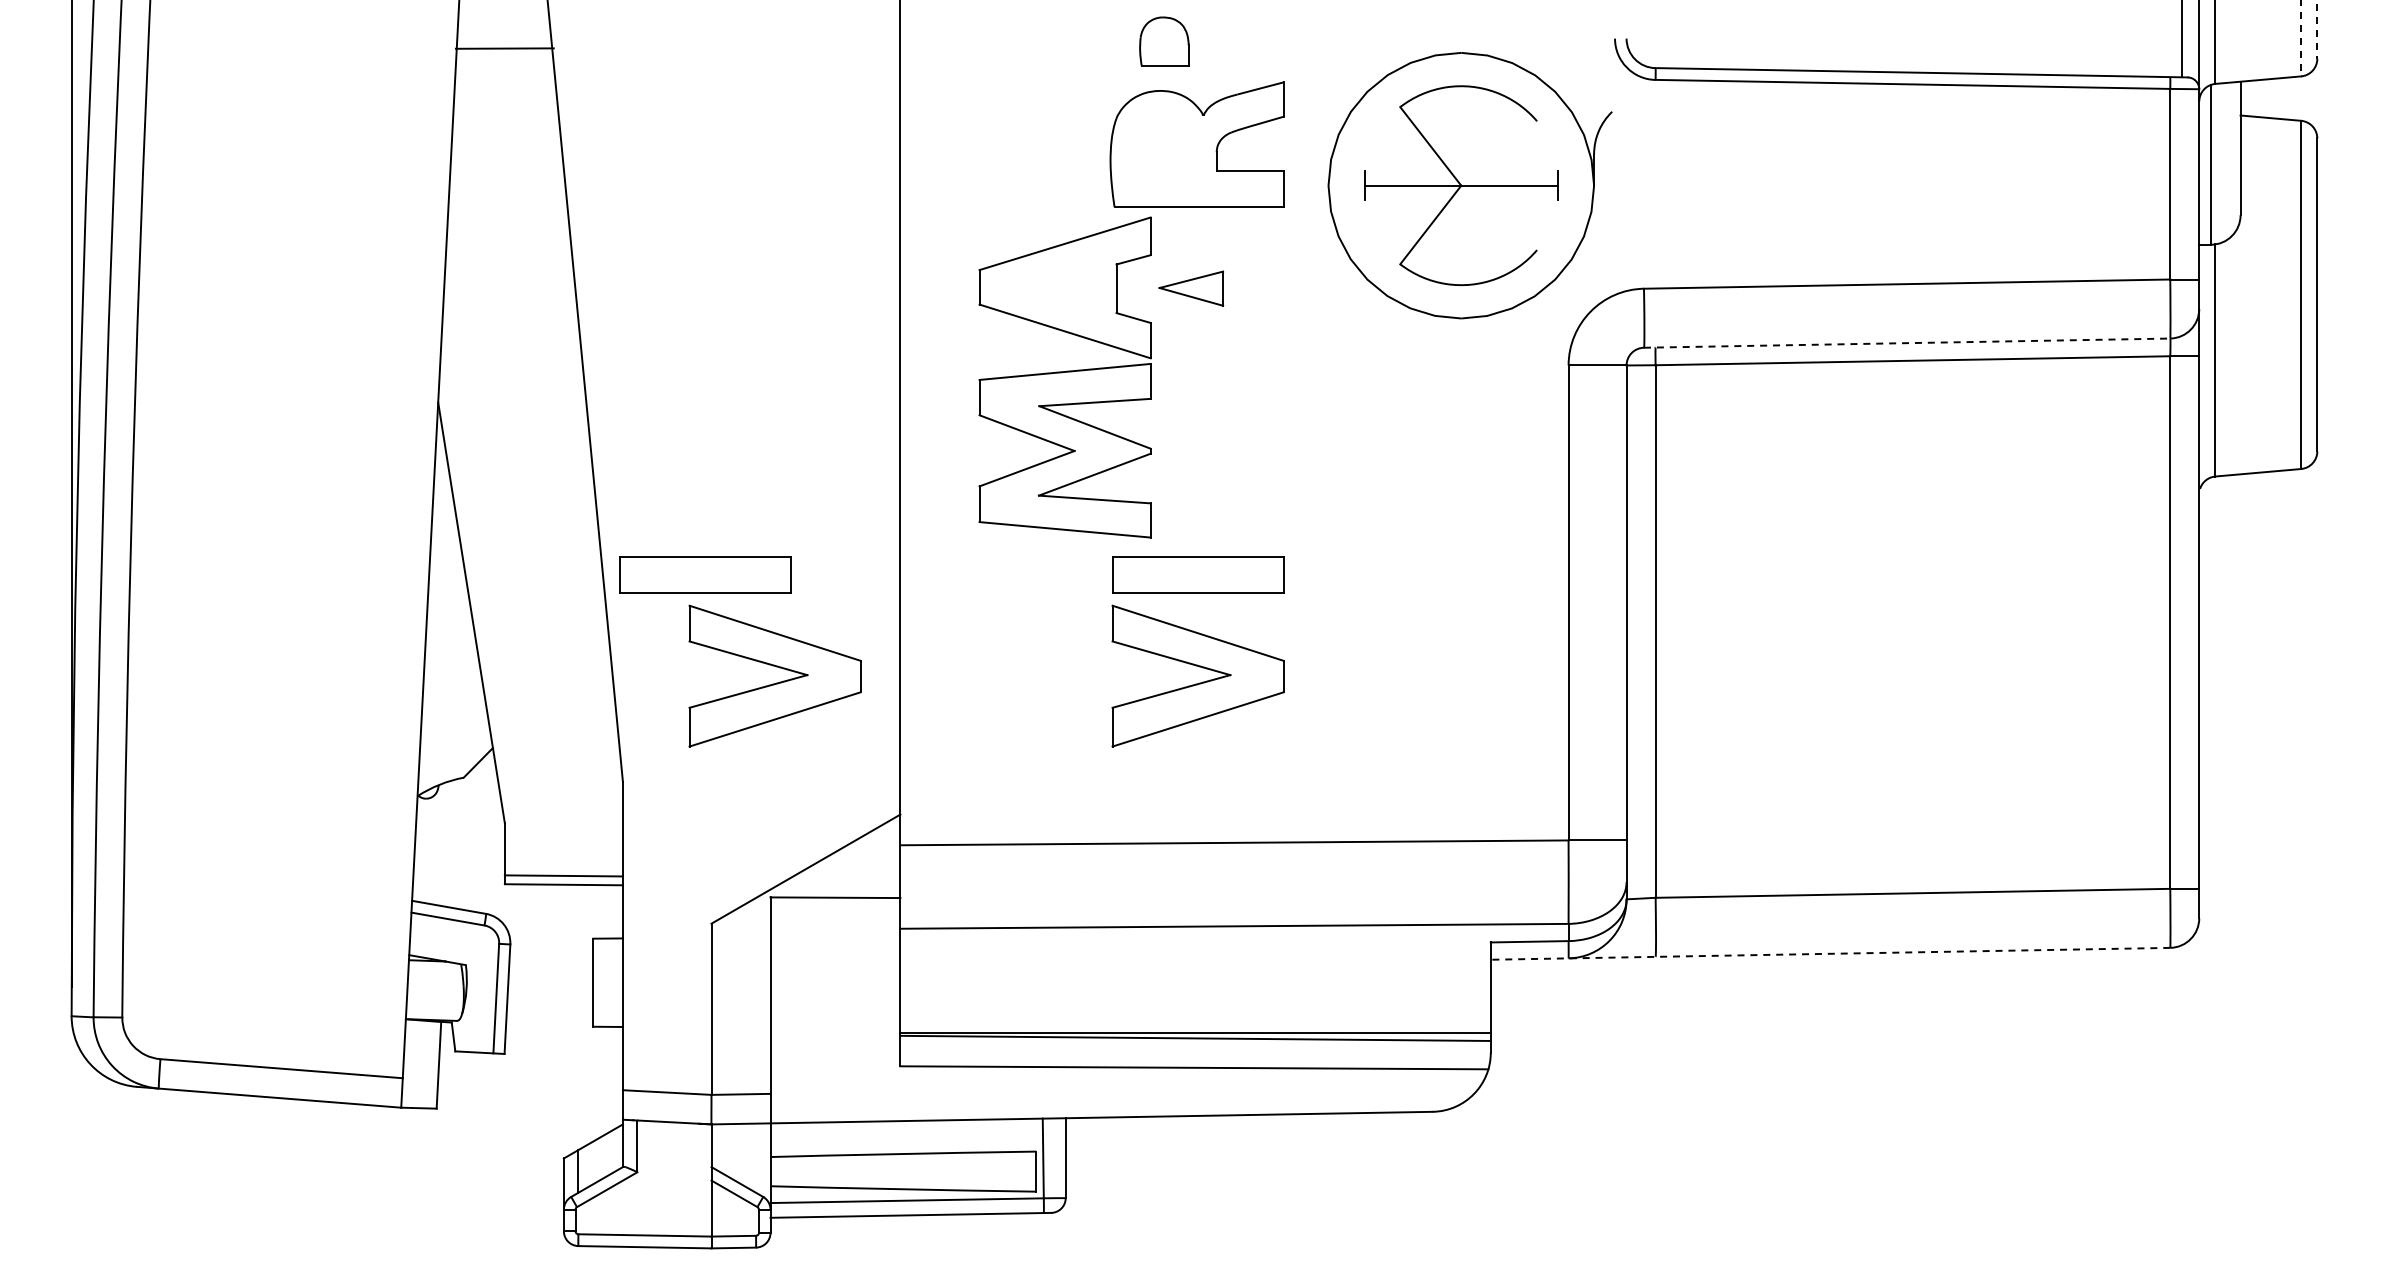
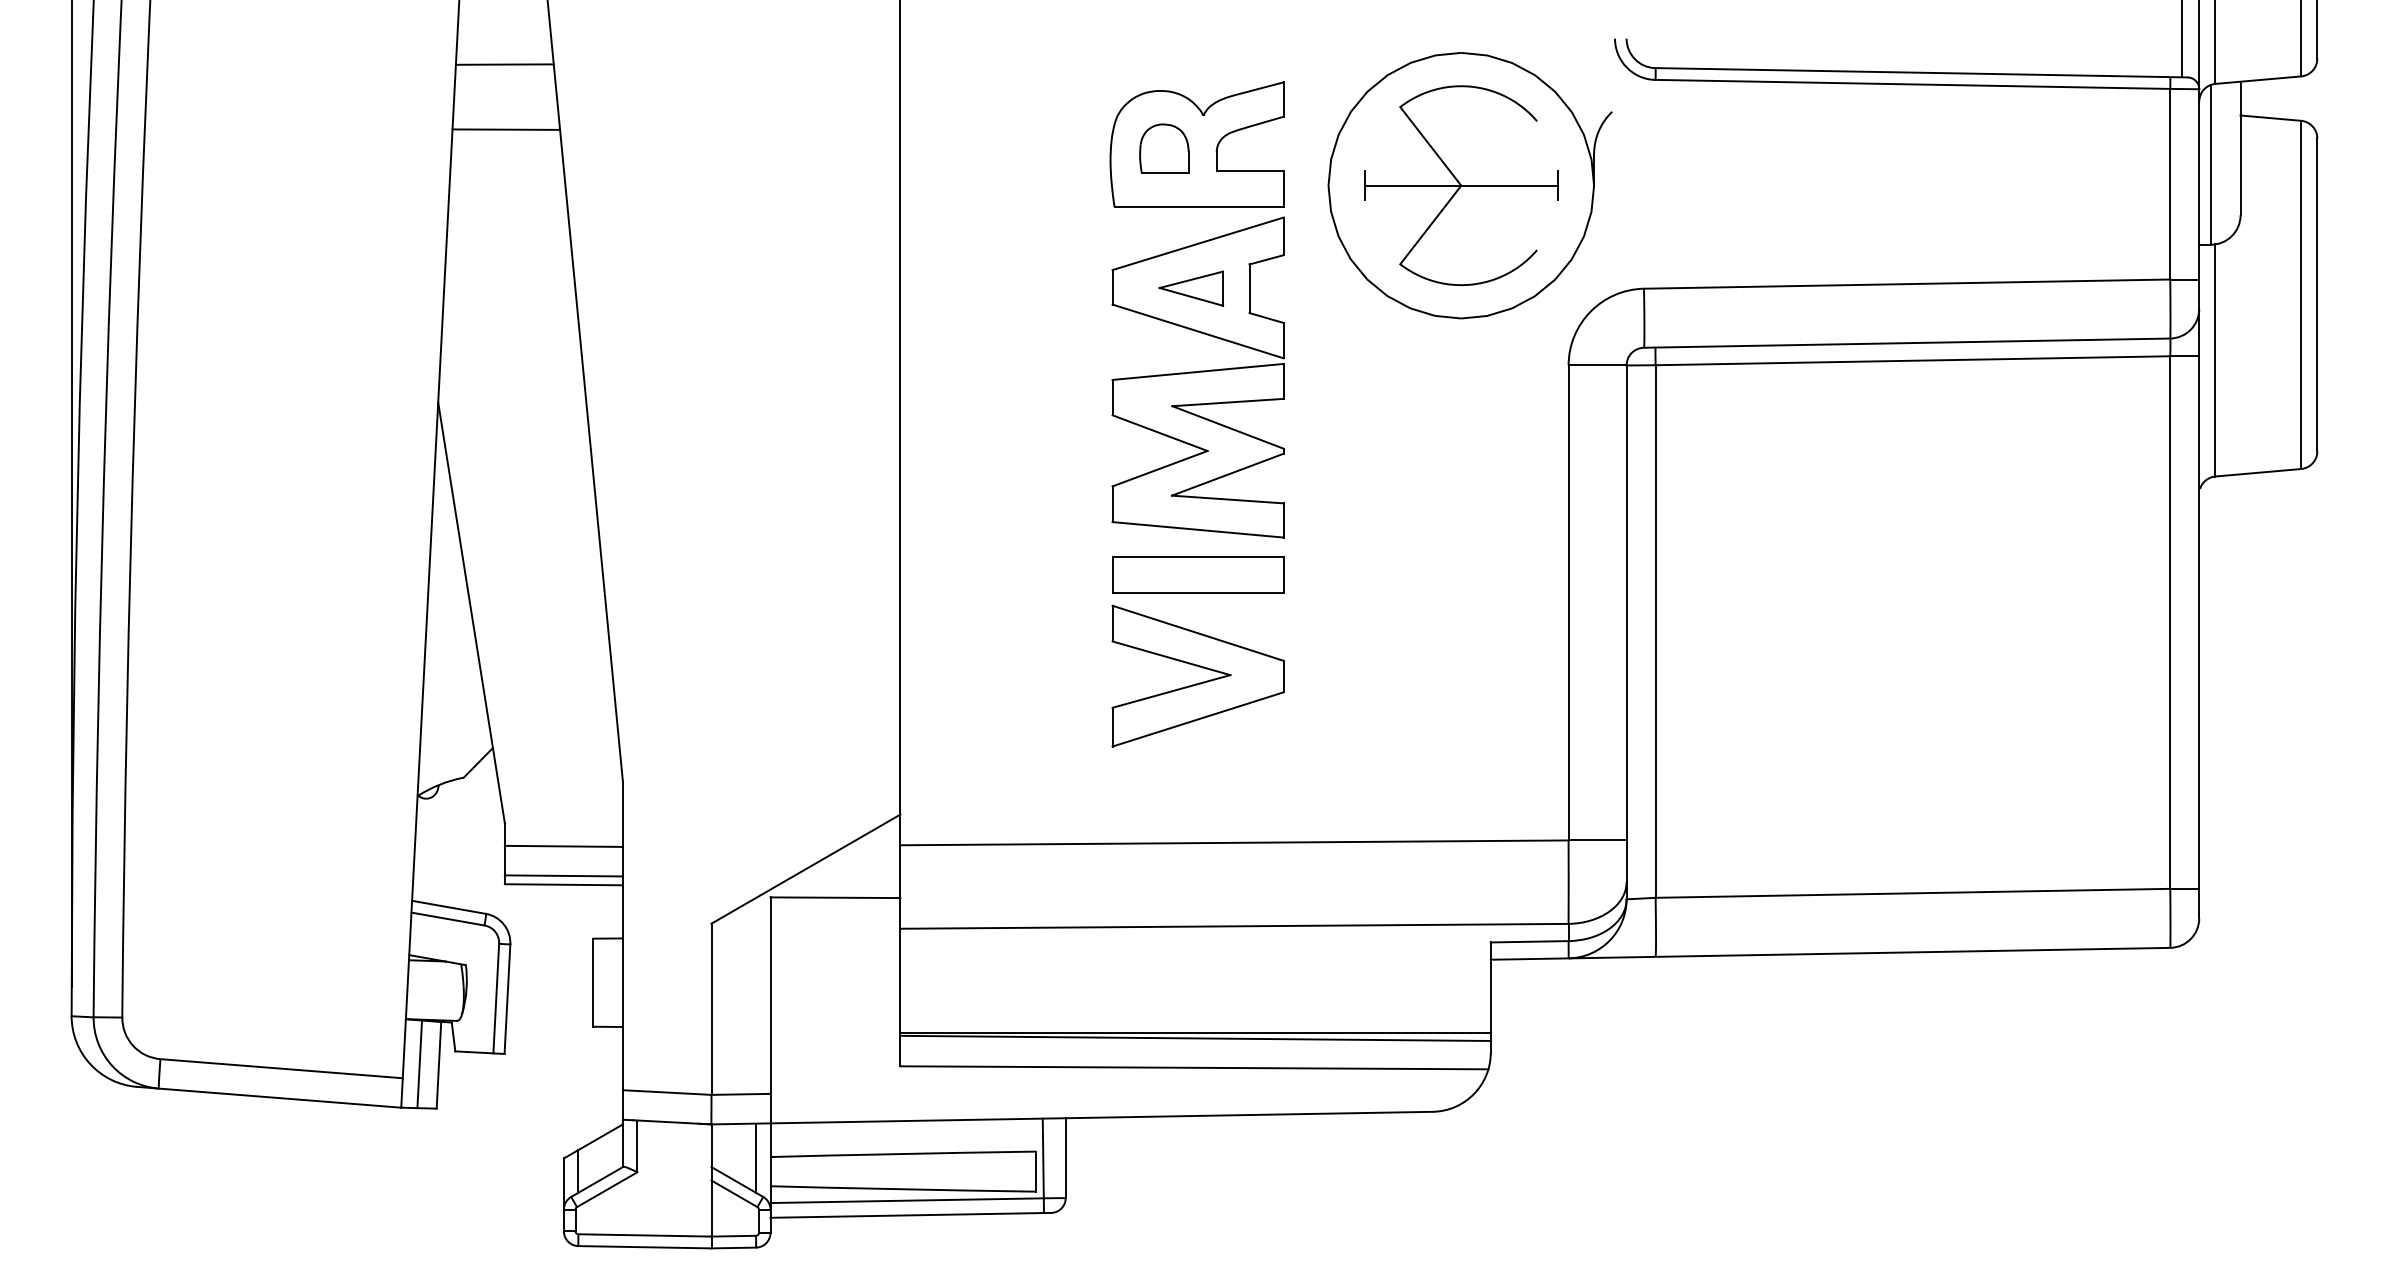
line at (2317, 29): dashed -> solid
line at (2301, 38): dashed -> solid
part at (1164, 41) position: (1164, 41) -> (1164, 148)
line at (504, 48) position: (504, 48) -> (504, 64)
line at (506, 129): none -> present
line at (1907, 343): dashed -> solid
part at (1064, 377) position: (1064, 377) -> (1197, 377)
part at (705, 574): present -> none
part at (776, 682): present -> none
line at (563, 845): none -> present
line at (1830, 953): dashed -> solid
line at (419, 1064): none -> present
line at (756, 1157): none -> present
